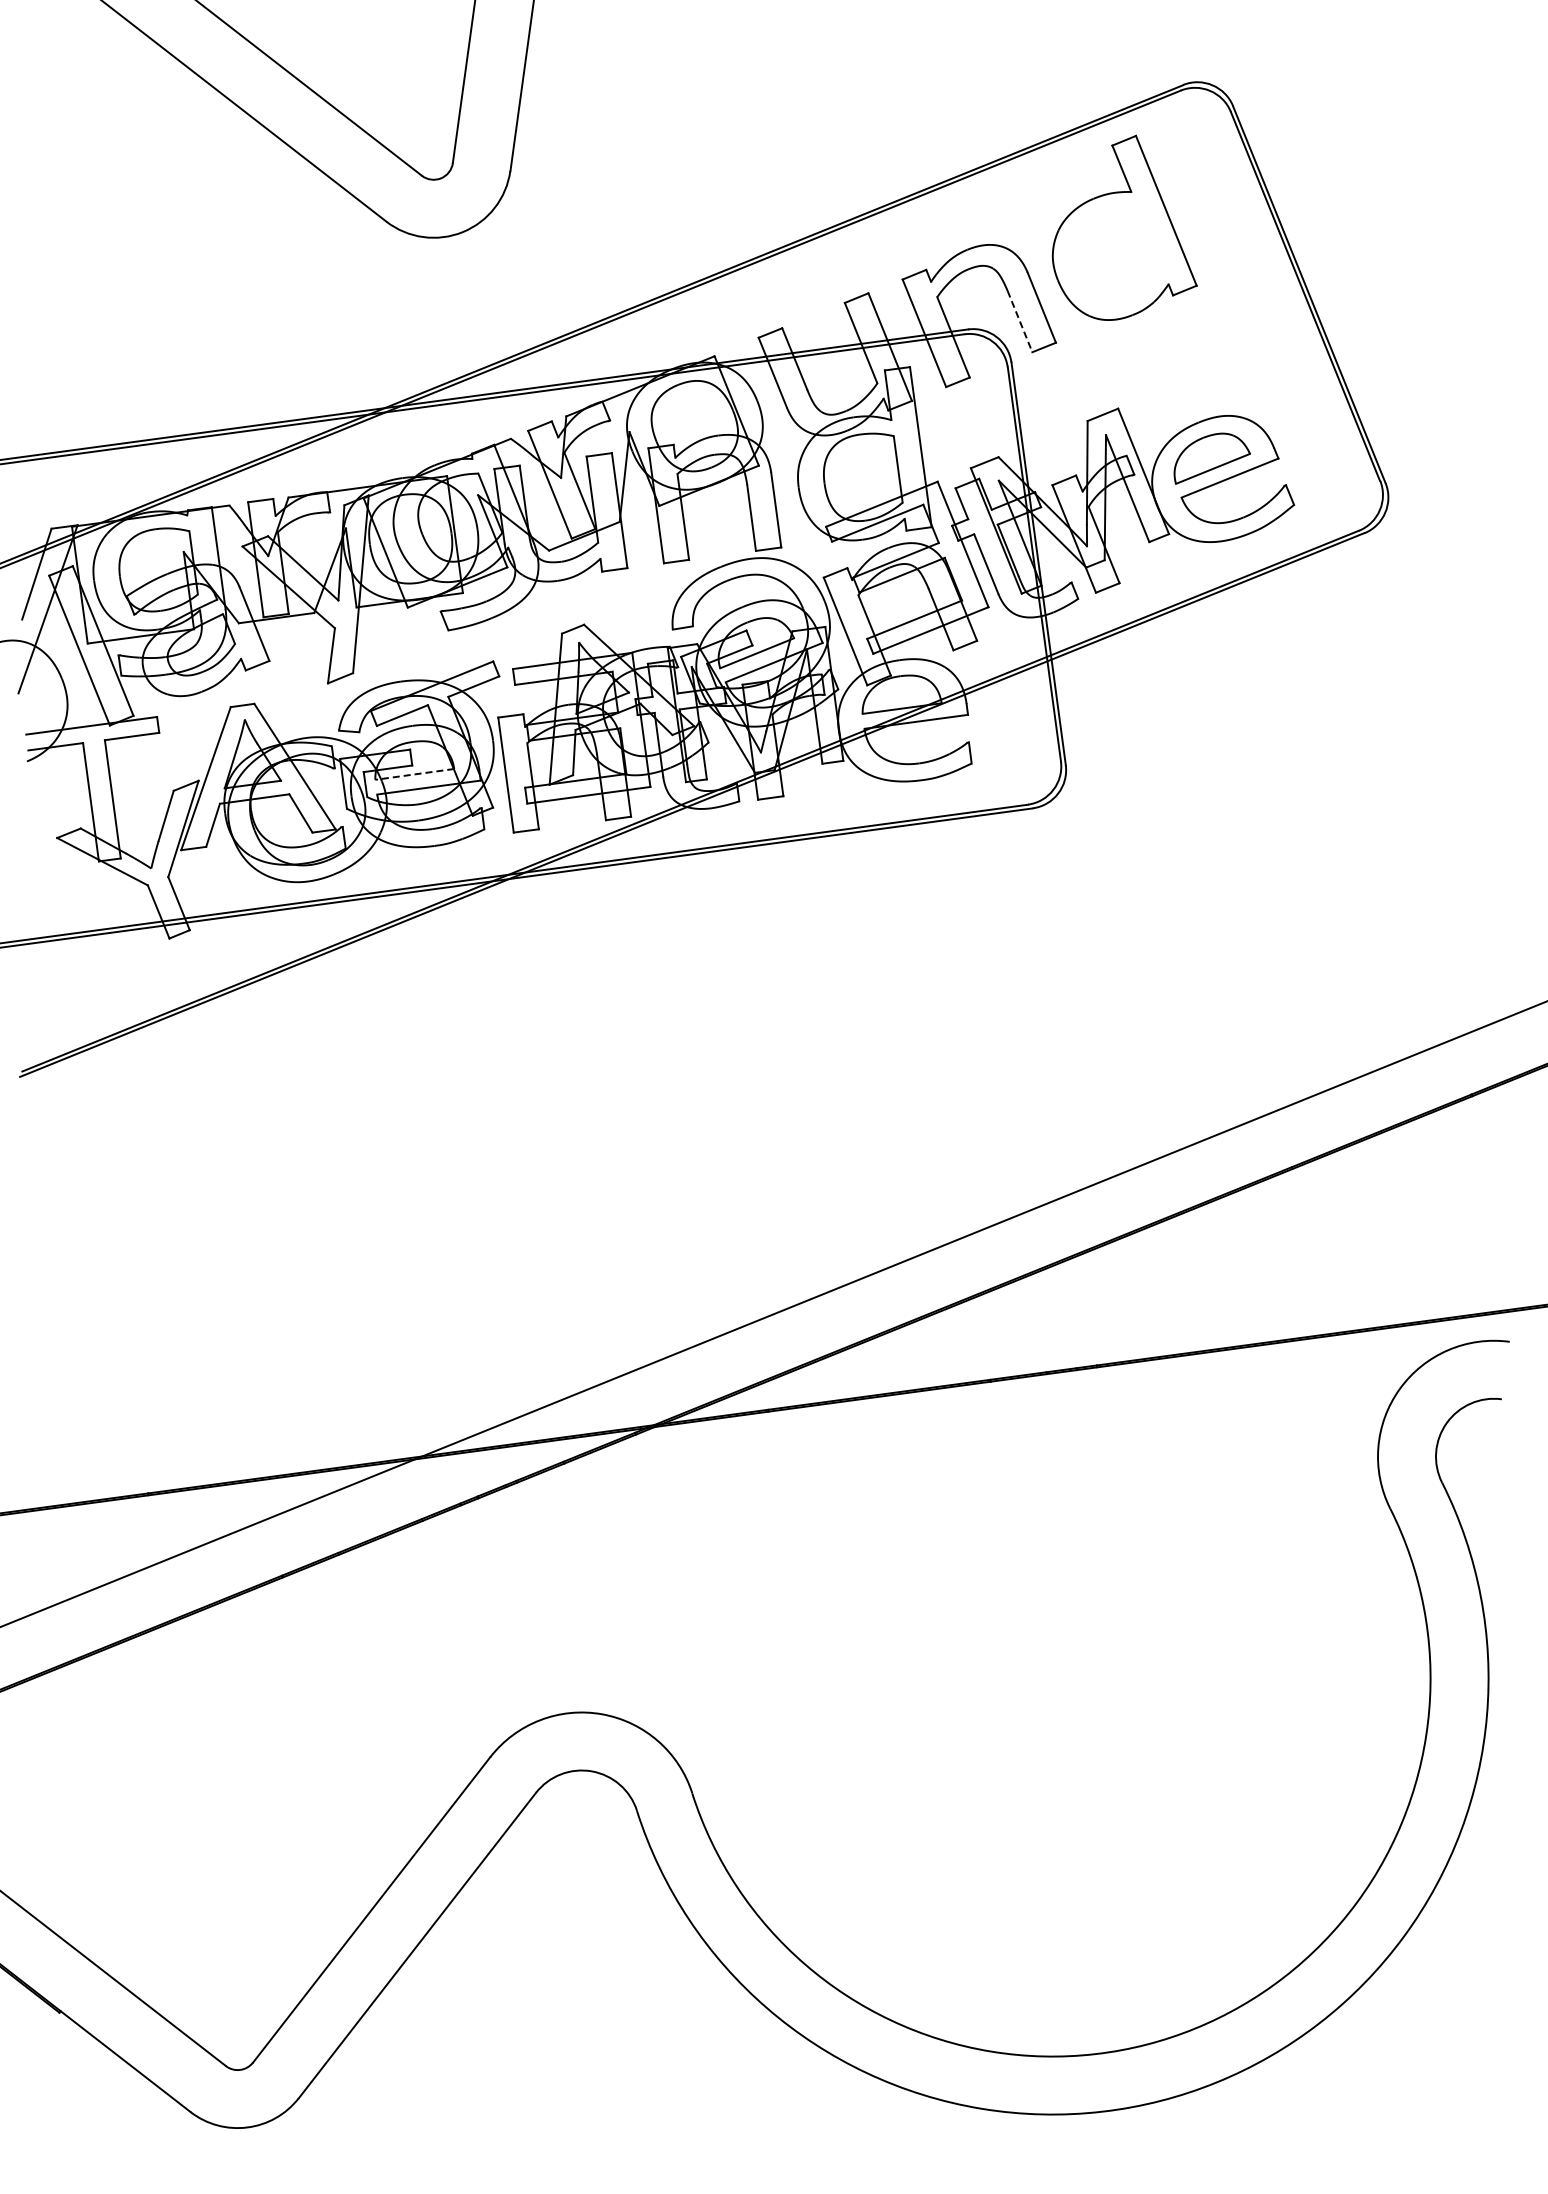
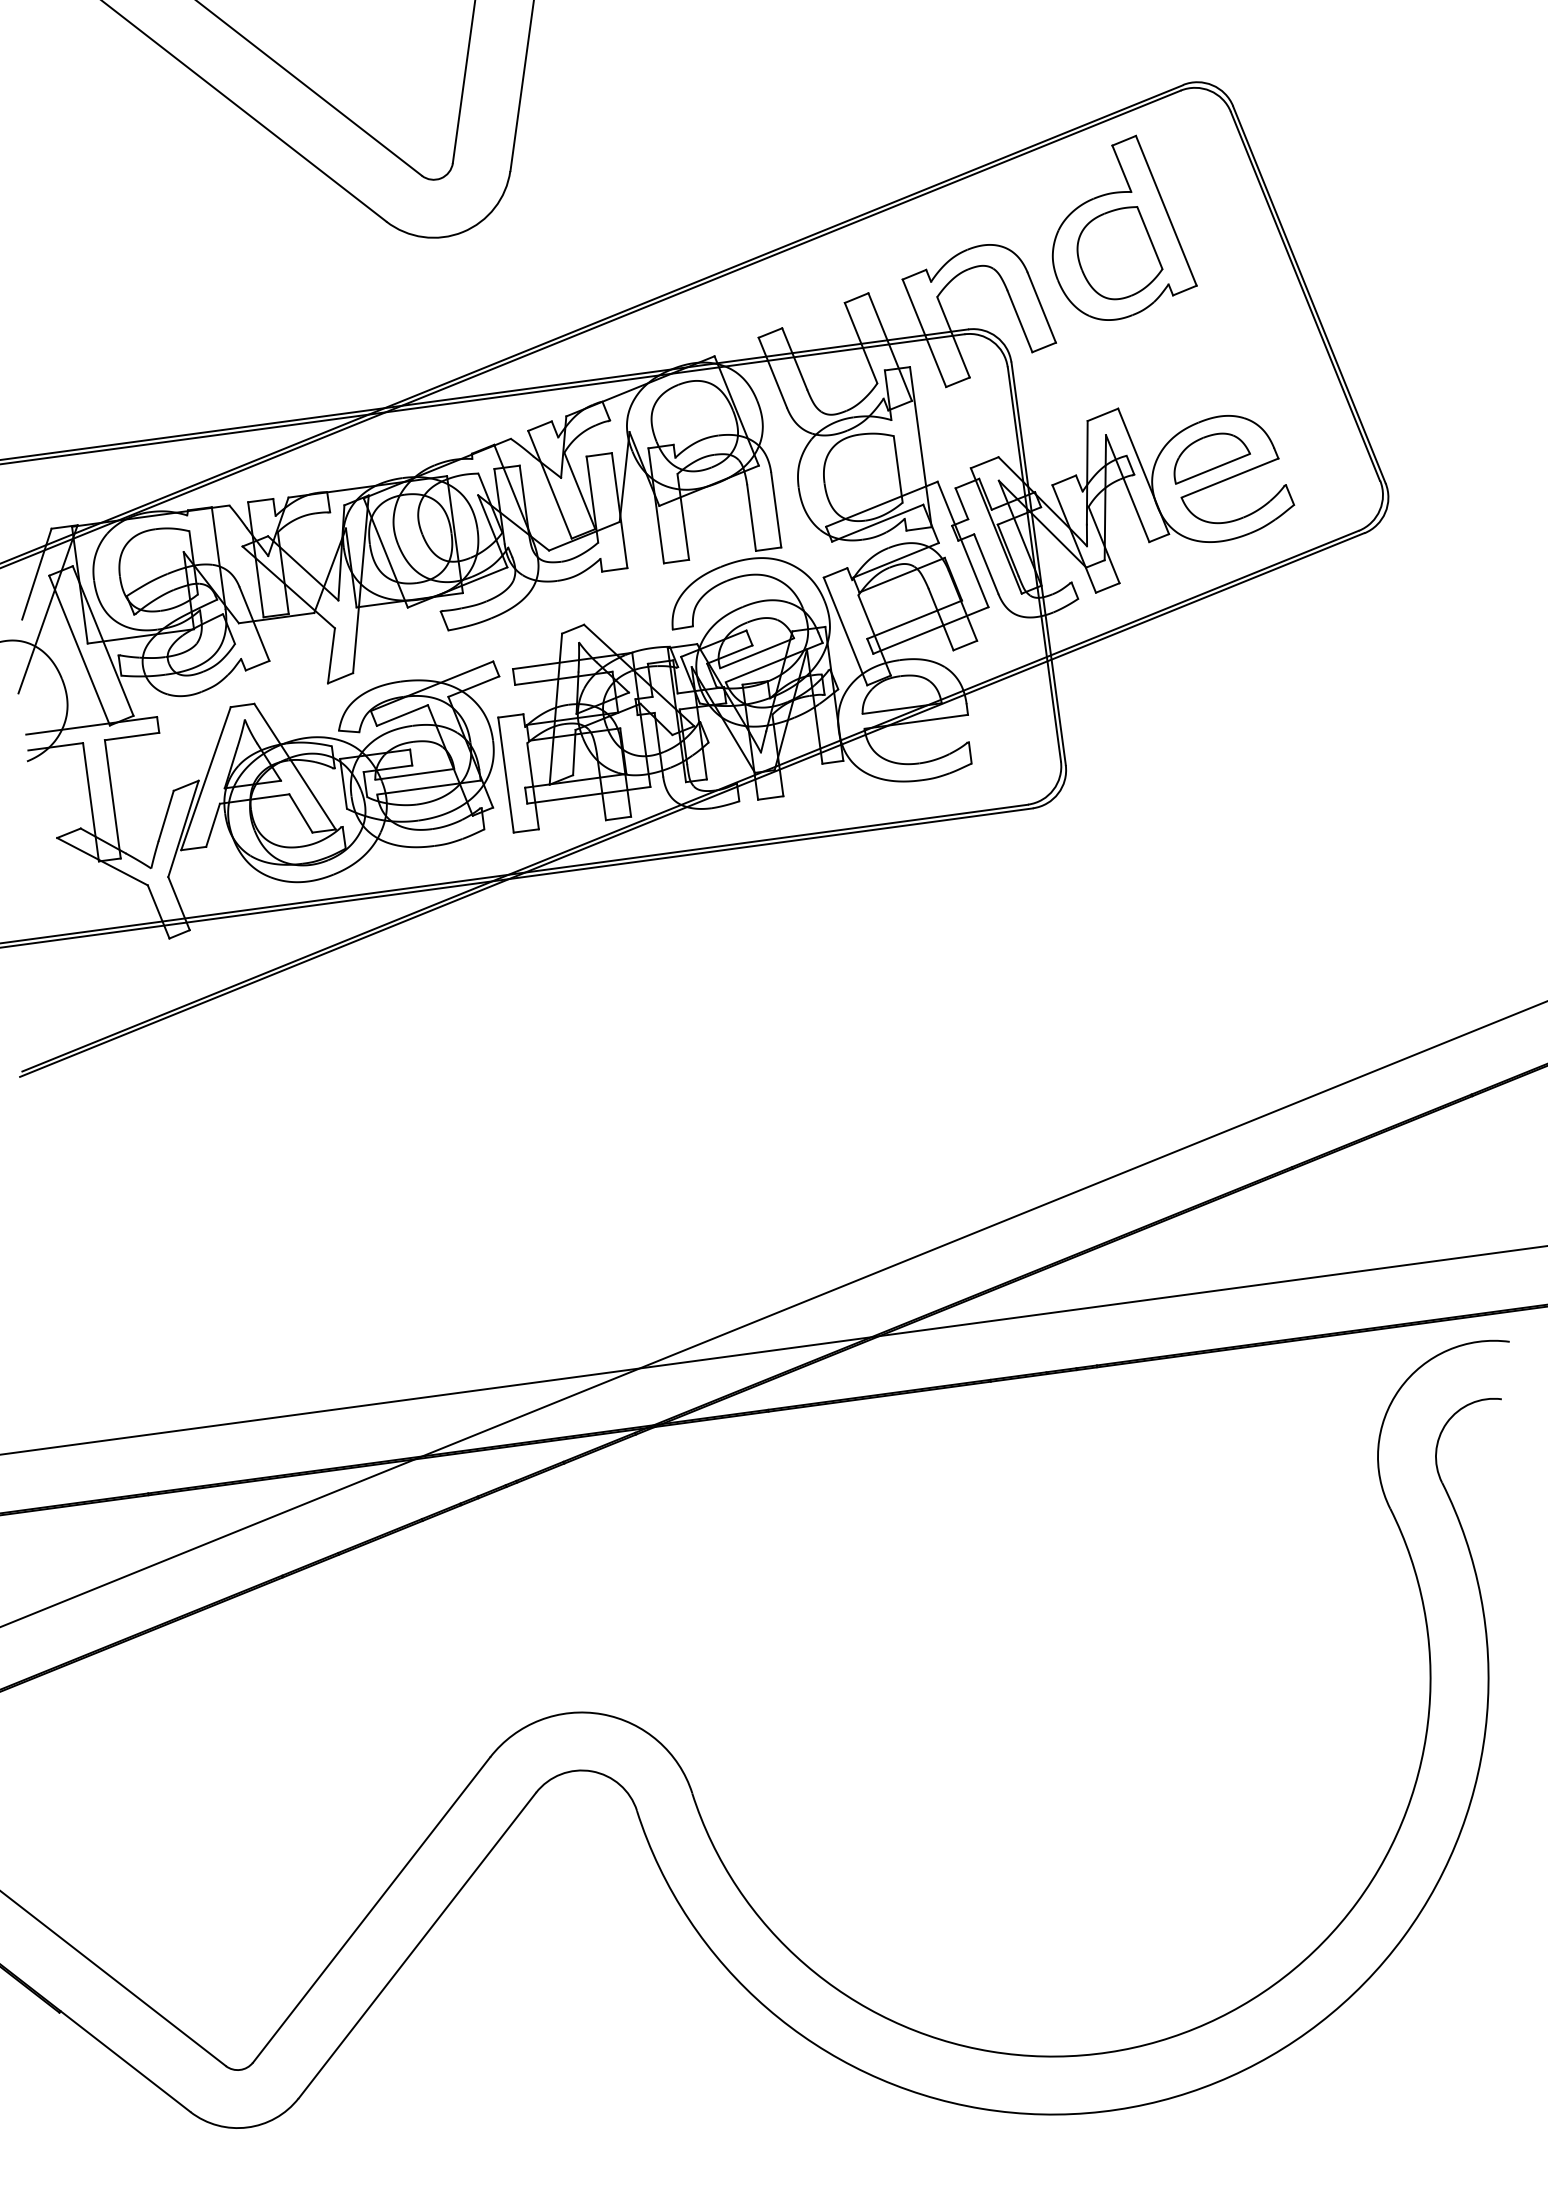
part at (1119, 253): none -> present
line at (1020, 322): dashed -> solid
line at (414, 774): dashed -> solid
line at (773, 1350): none -> present
